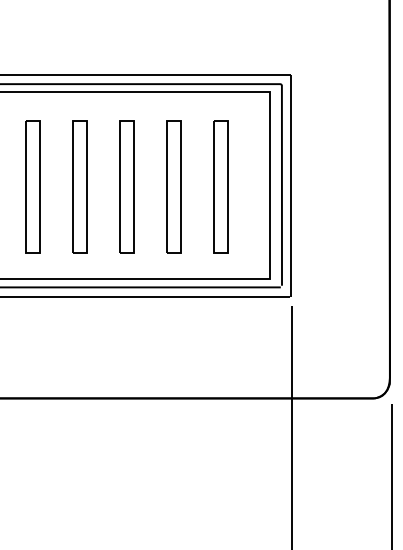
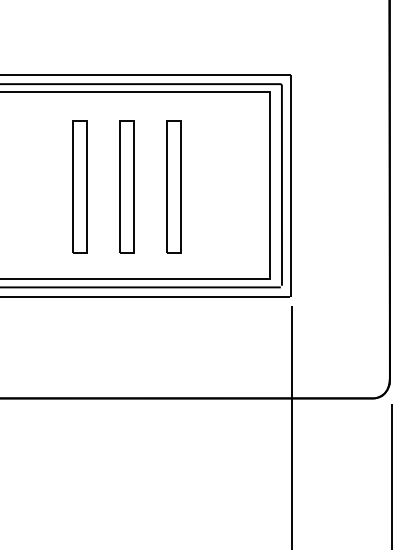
part at (32, 186): present -> none
part at (220, 186): present -> none
